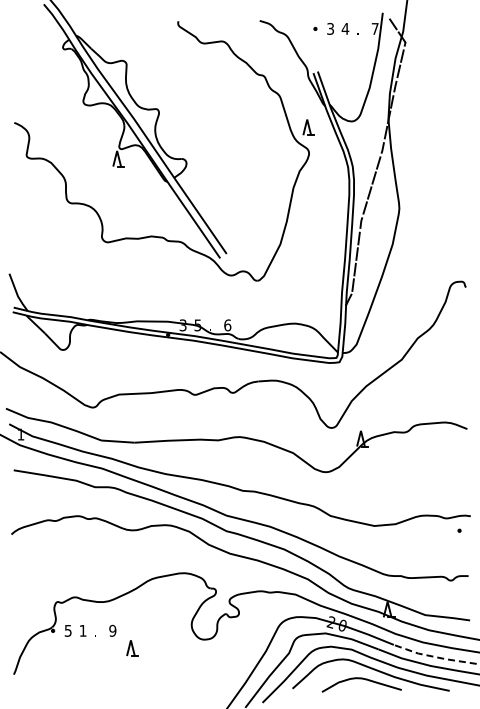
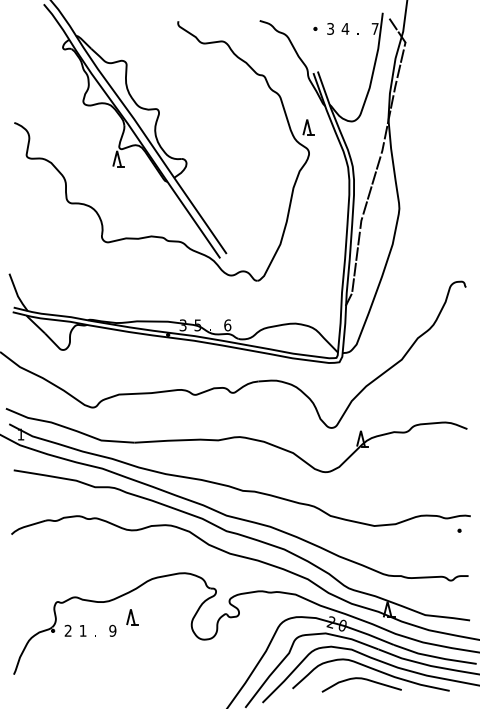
text at (67, 630): 5 -> 2
part at (132, 648) position: (132, 648) -> (132, 617)
line at (434, 656): dashed -> solid
